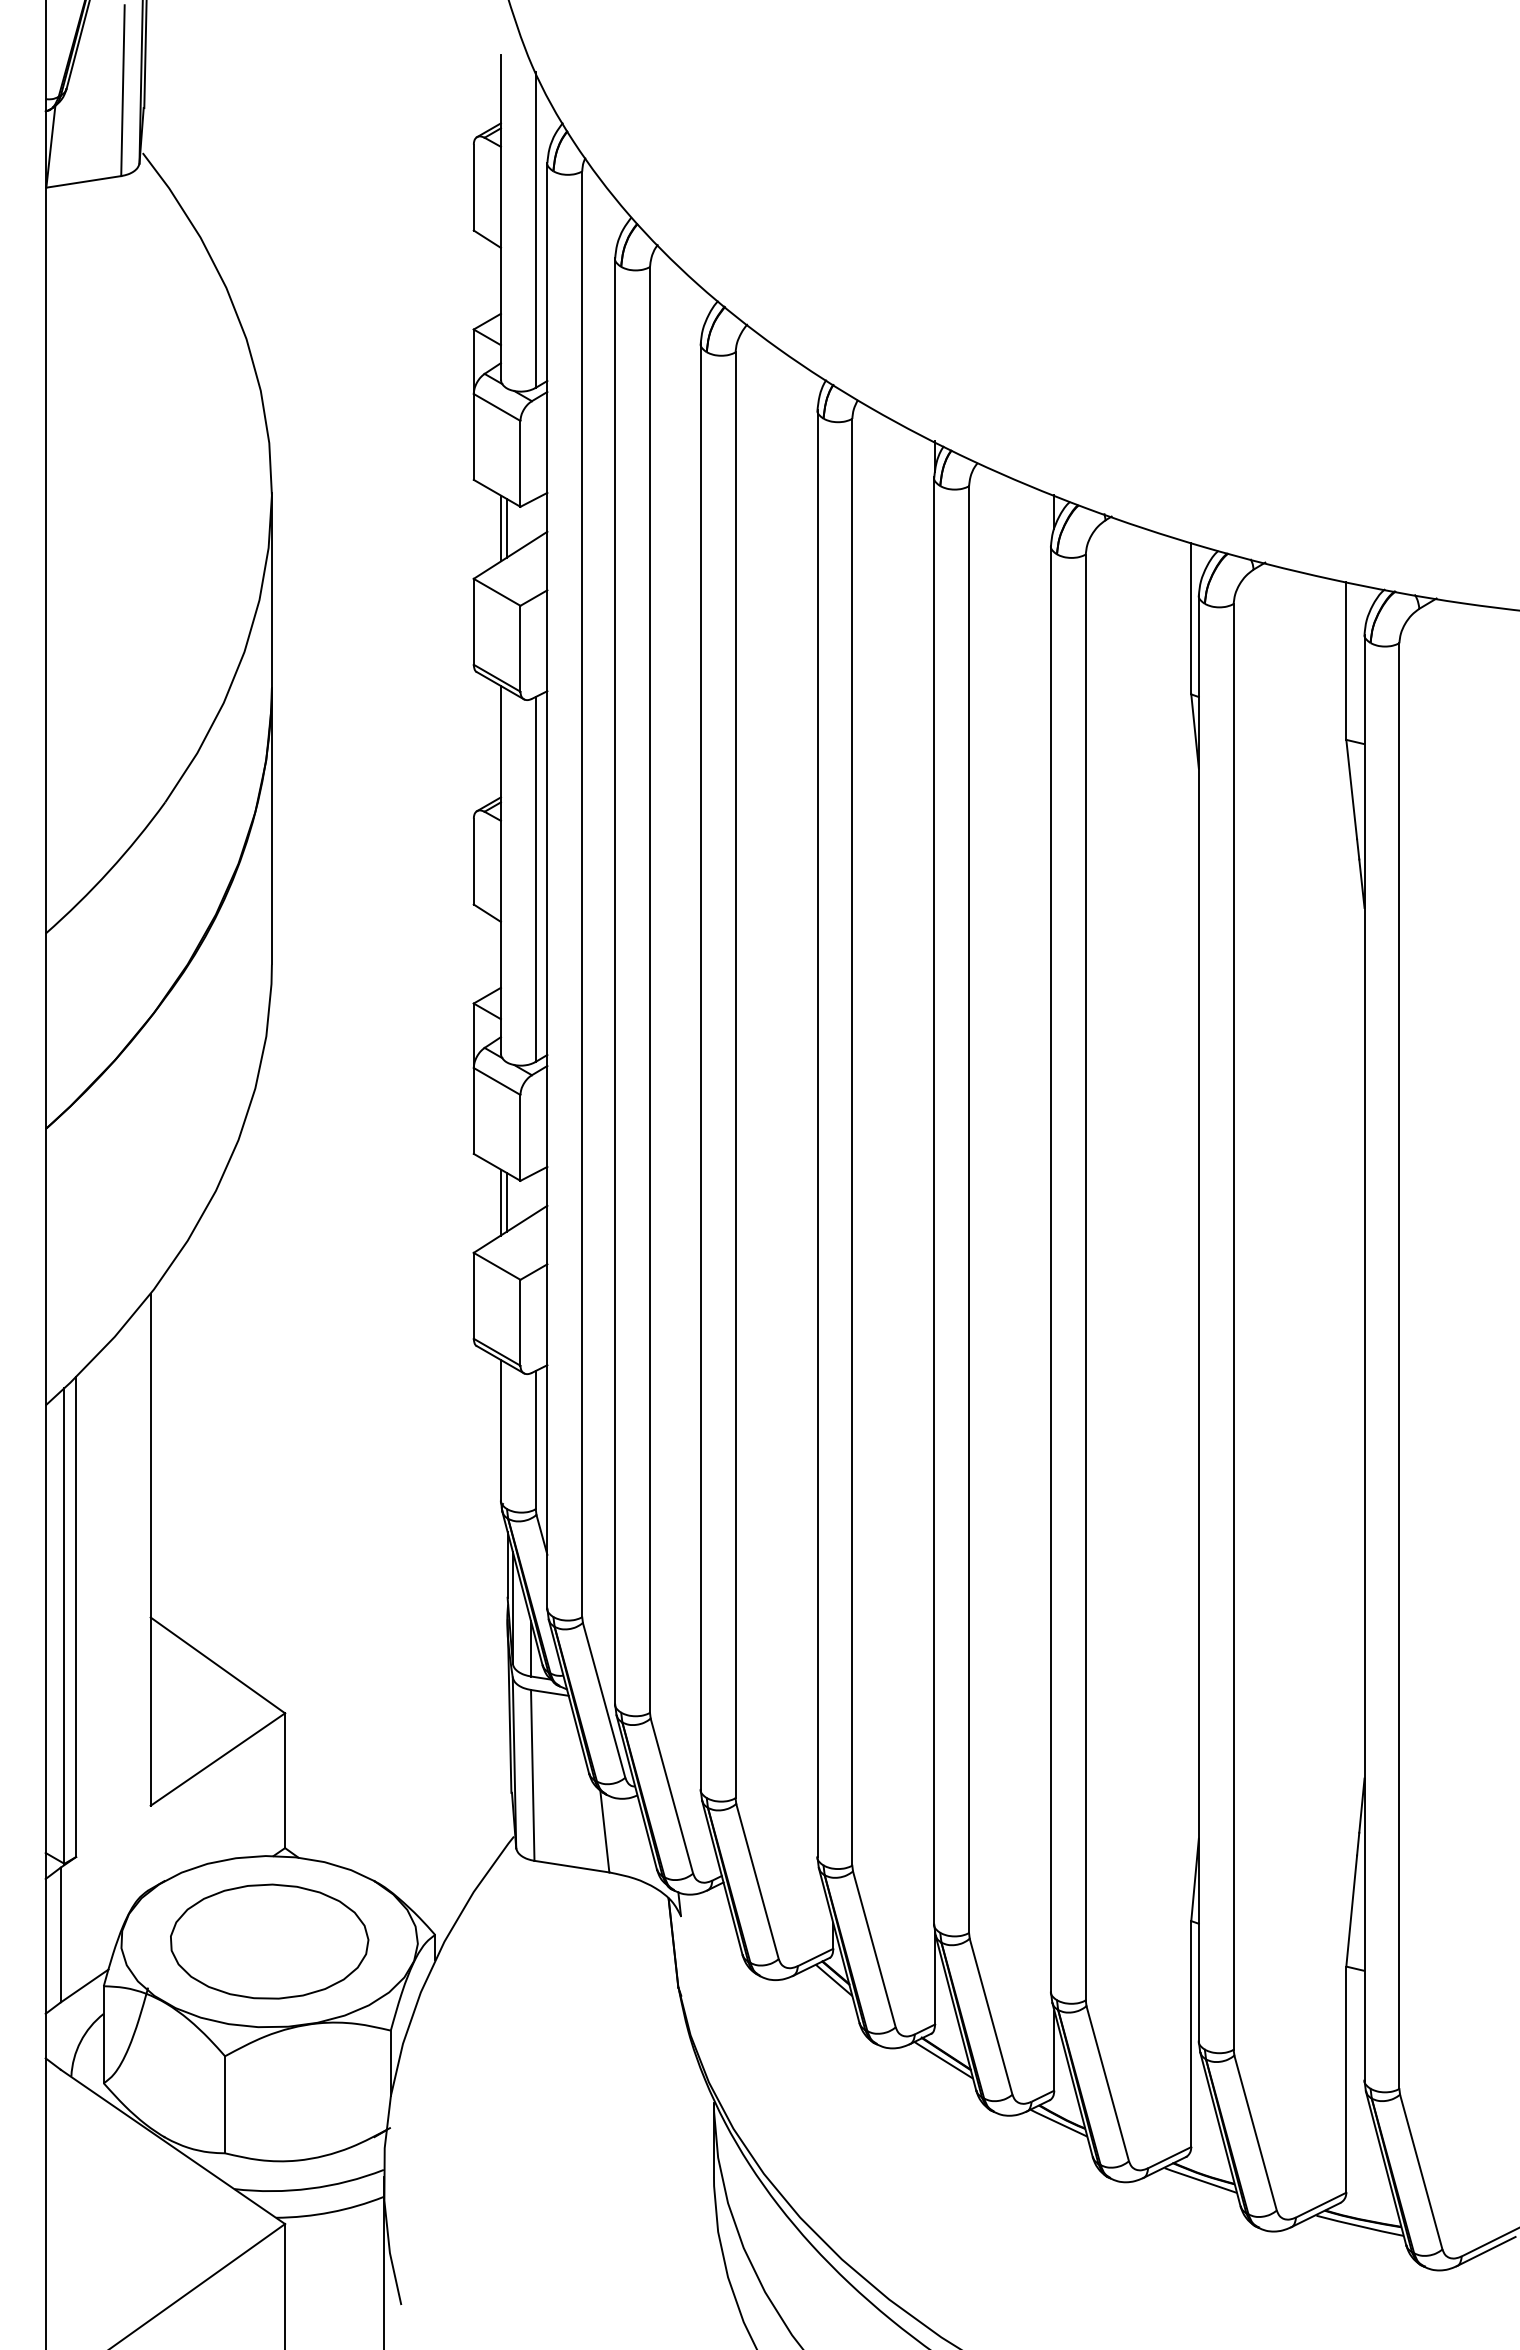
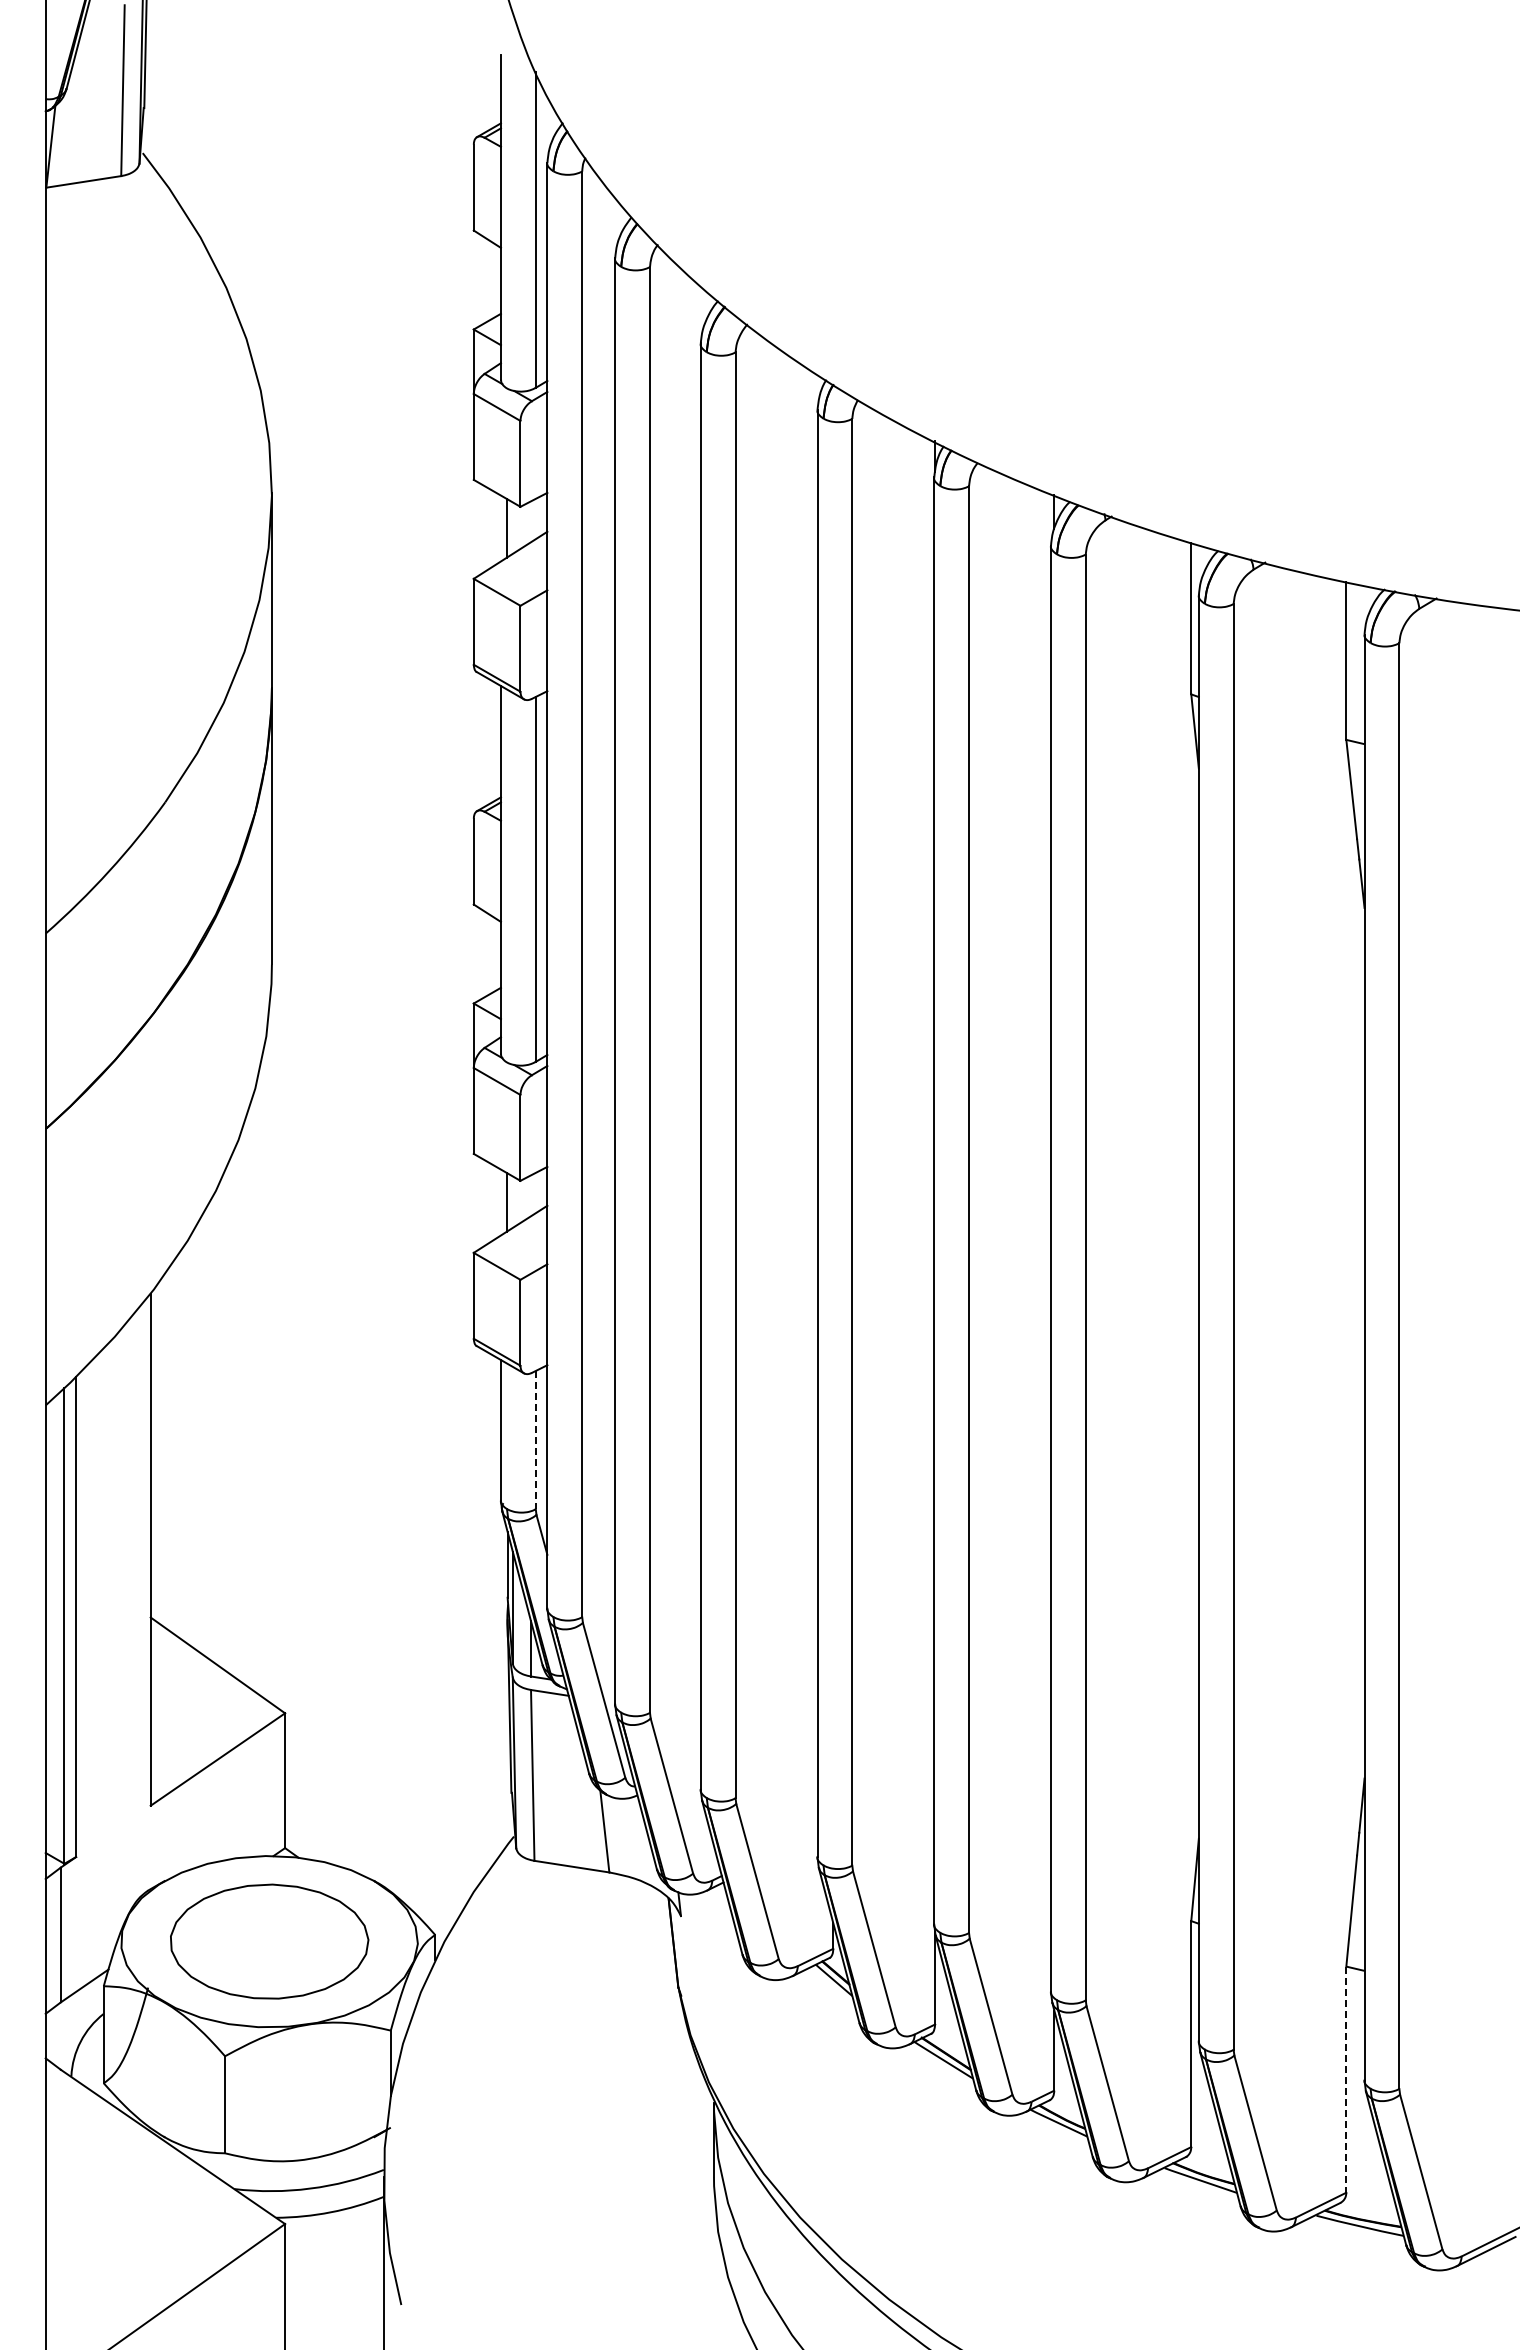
line at (500, 528): present -> none
line at (500, 1202): present -> none
line at (535, 1440): solid -> dashed
line at (1346, 2080): solid -> dashed
